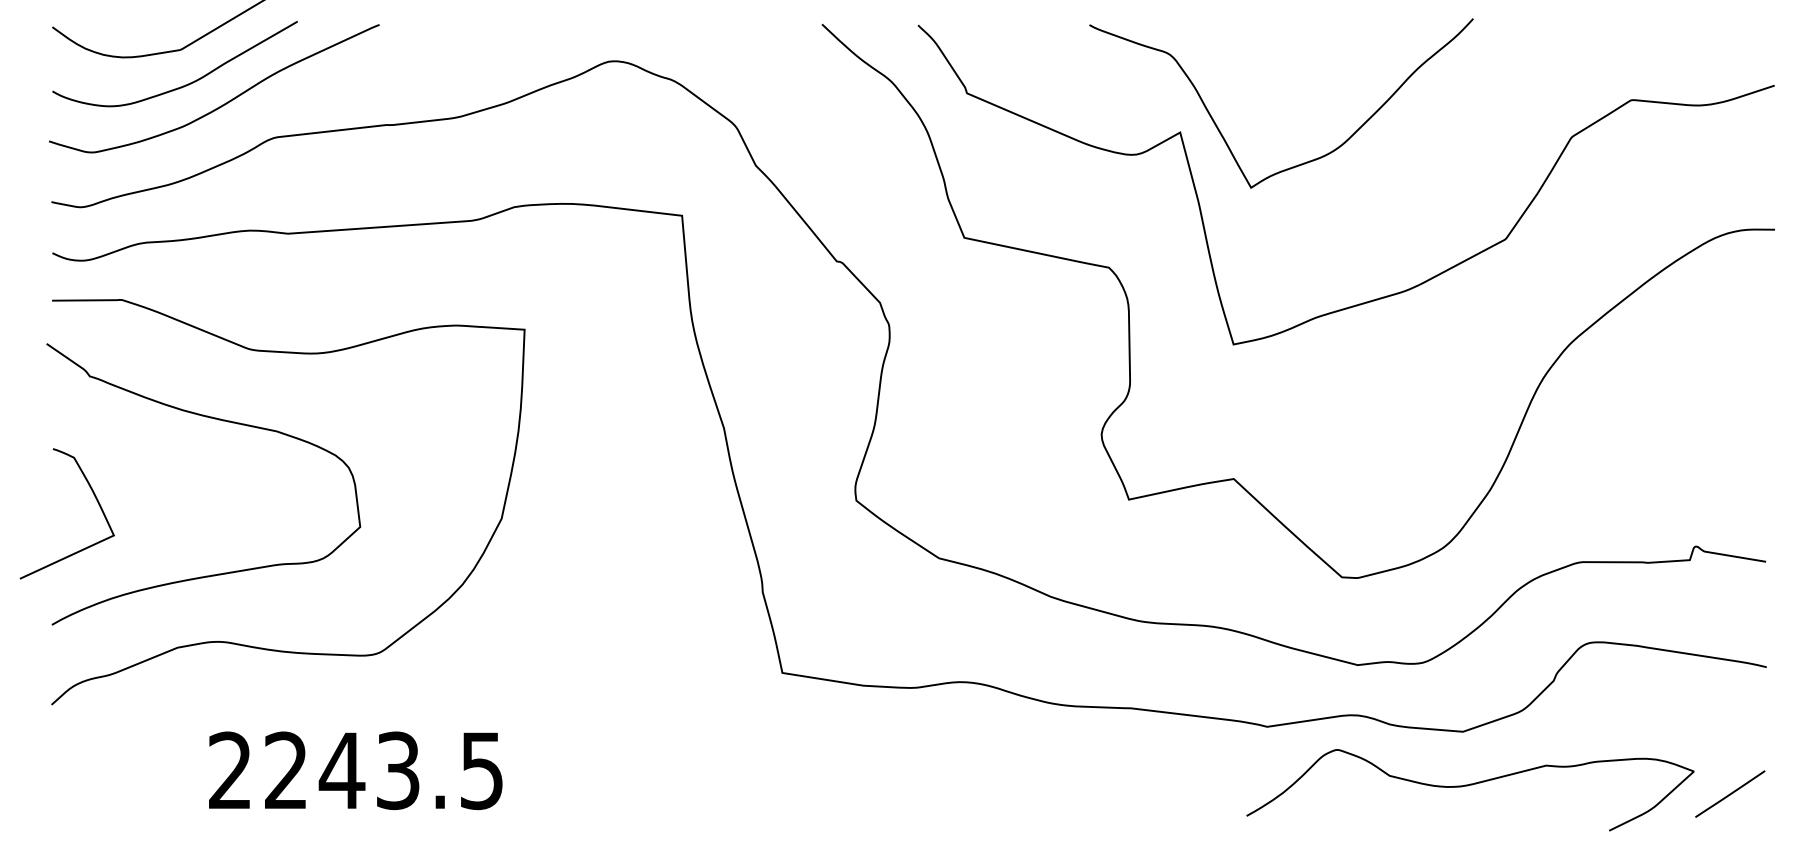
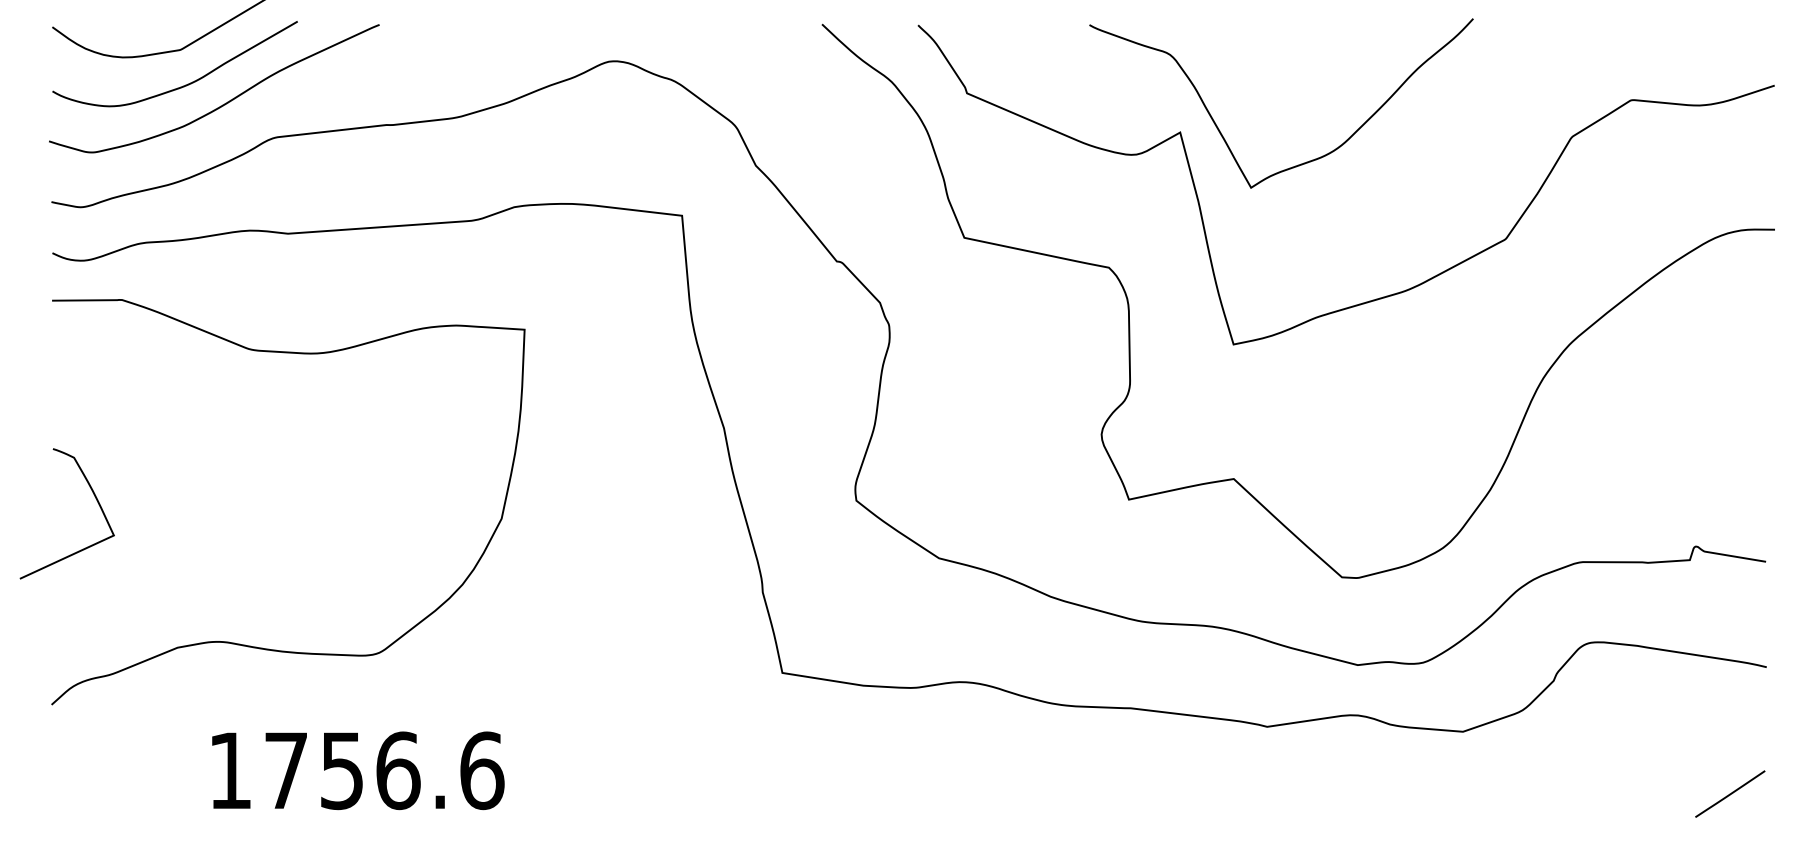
curve at (218, 420): present -> none
text at (356, 770): 2243.5 -> 1756.6
curve at (1470, 785): present -> none
